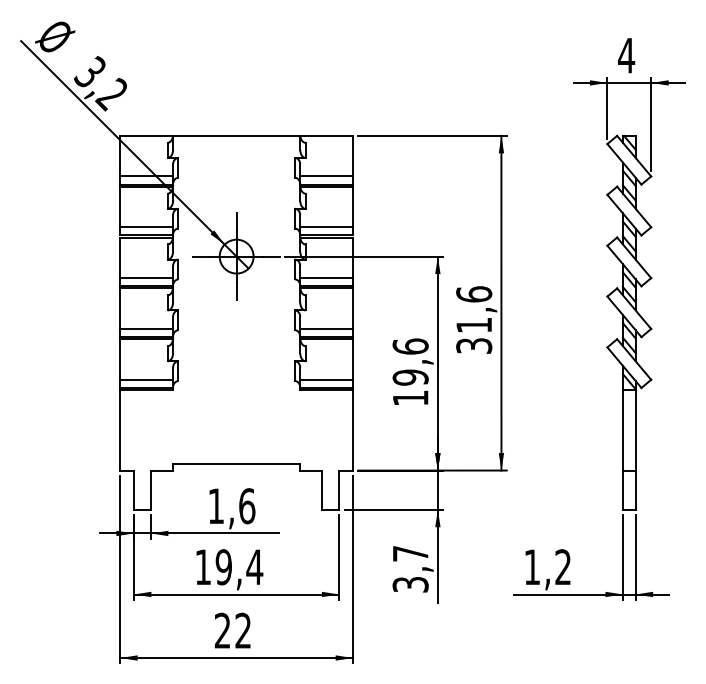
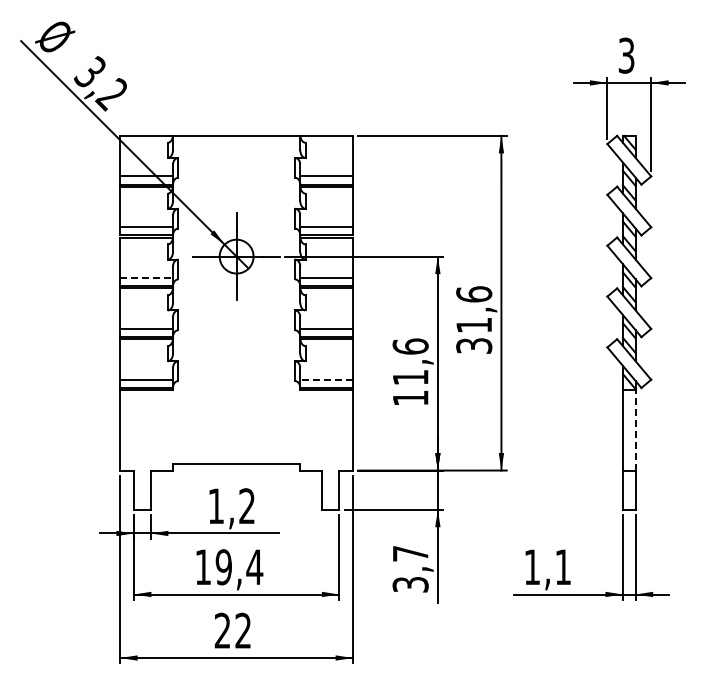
text at (626, 55): 4 -> 3
line at (147, 278): solid -> dashed
text at (410, 377): 19,6 -> 11,6
line at (326, 379): solid -> dashed
line at (635, 429): solid -> dashed
text at (247, 506): 1,6 -> 1,2
text at (562, 566): 1,2 -> 1,1
